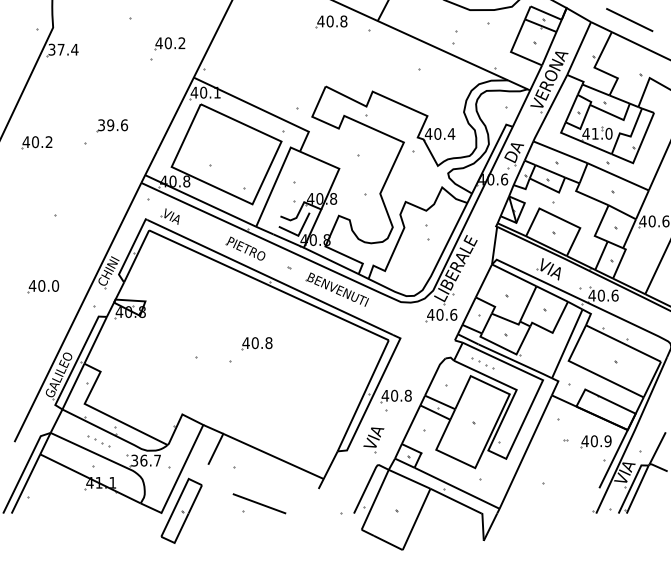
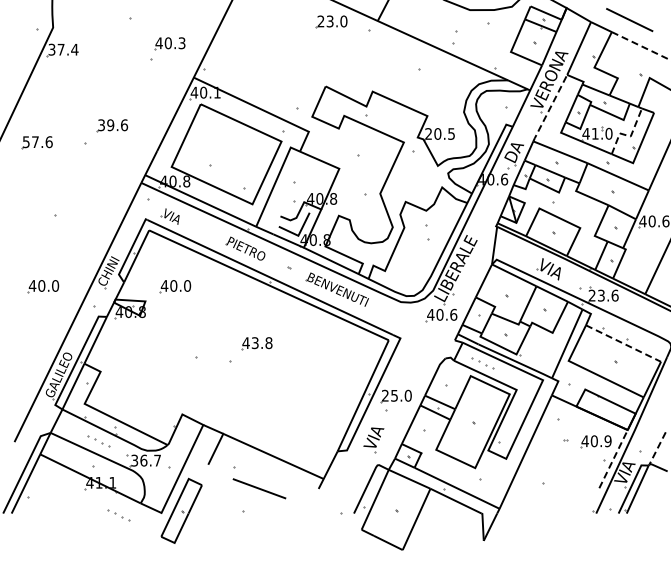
text at (332, 21): 40.8 -> 23.0
text at (181, 43): 40.2 -> 40.3
line at (641, 46): solid -> dashed
line at (550, 108): solid -> dashed
text at (439, 133): 40.4 -> 20.5
line at (628, 136): solid -> dashed
text at (37, 142): 40.2 -> 57.6
part at (175, 286): none -> present
text at (596, 295): 40.6 -> 23.6
text at (254, 343): 40.8 -> 43.8
line at (623, 343): solid -> dashed
text at (396, 395): 40.8 -> 25.0
line at (657, 448): solid -> dashed
line at (613, 458): solid -> dashed
line at (259, 503) position: (259, 503) -> (259, 488)
part at (118, 515): none -> present
